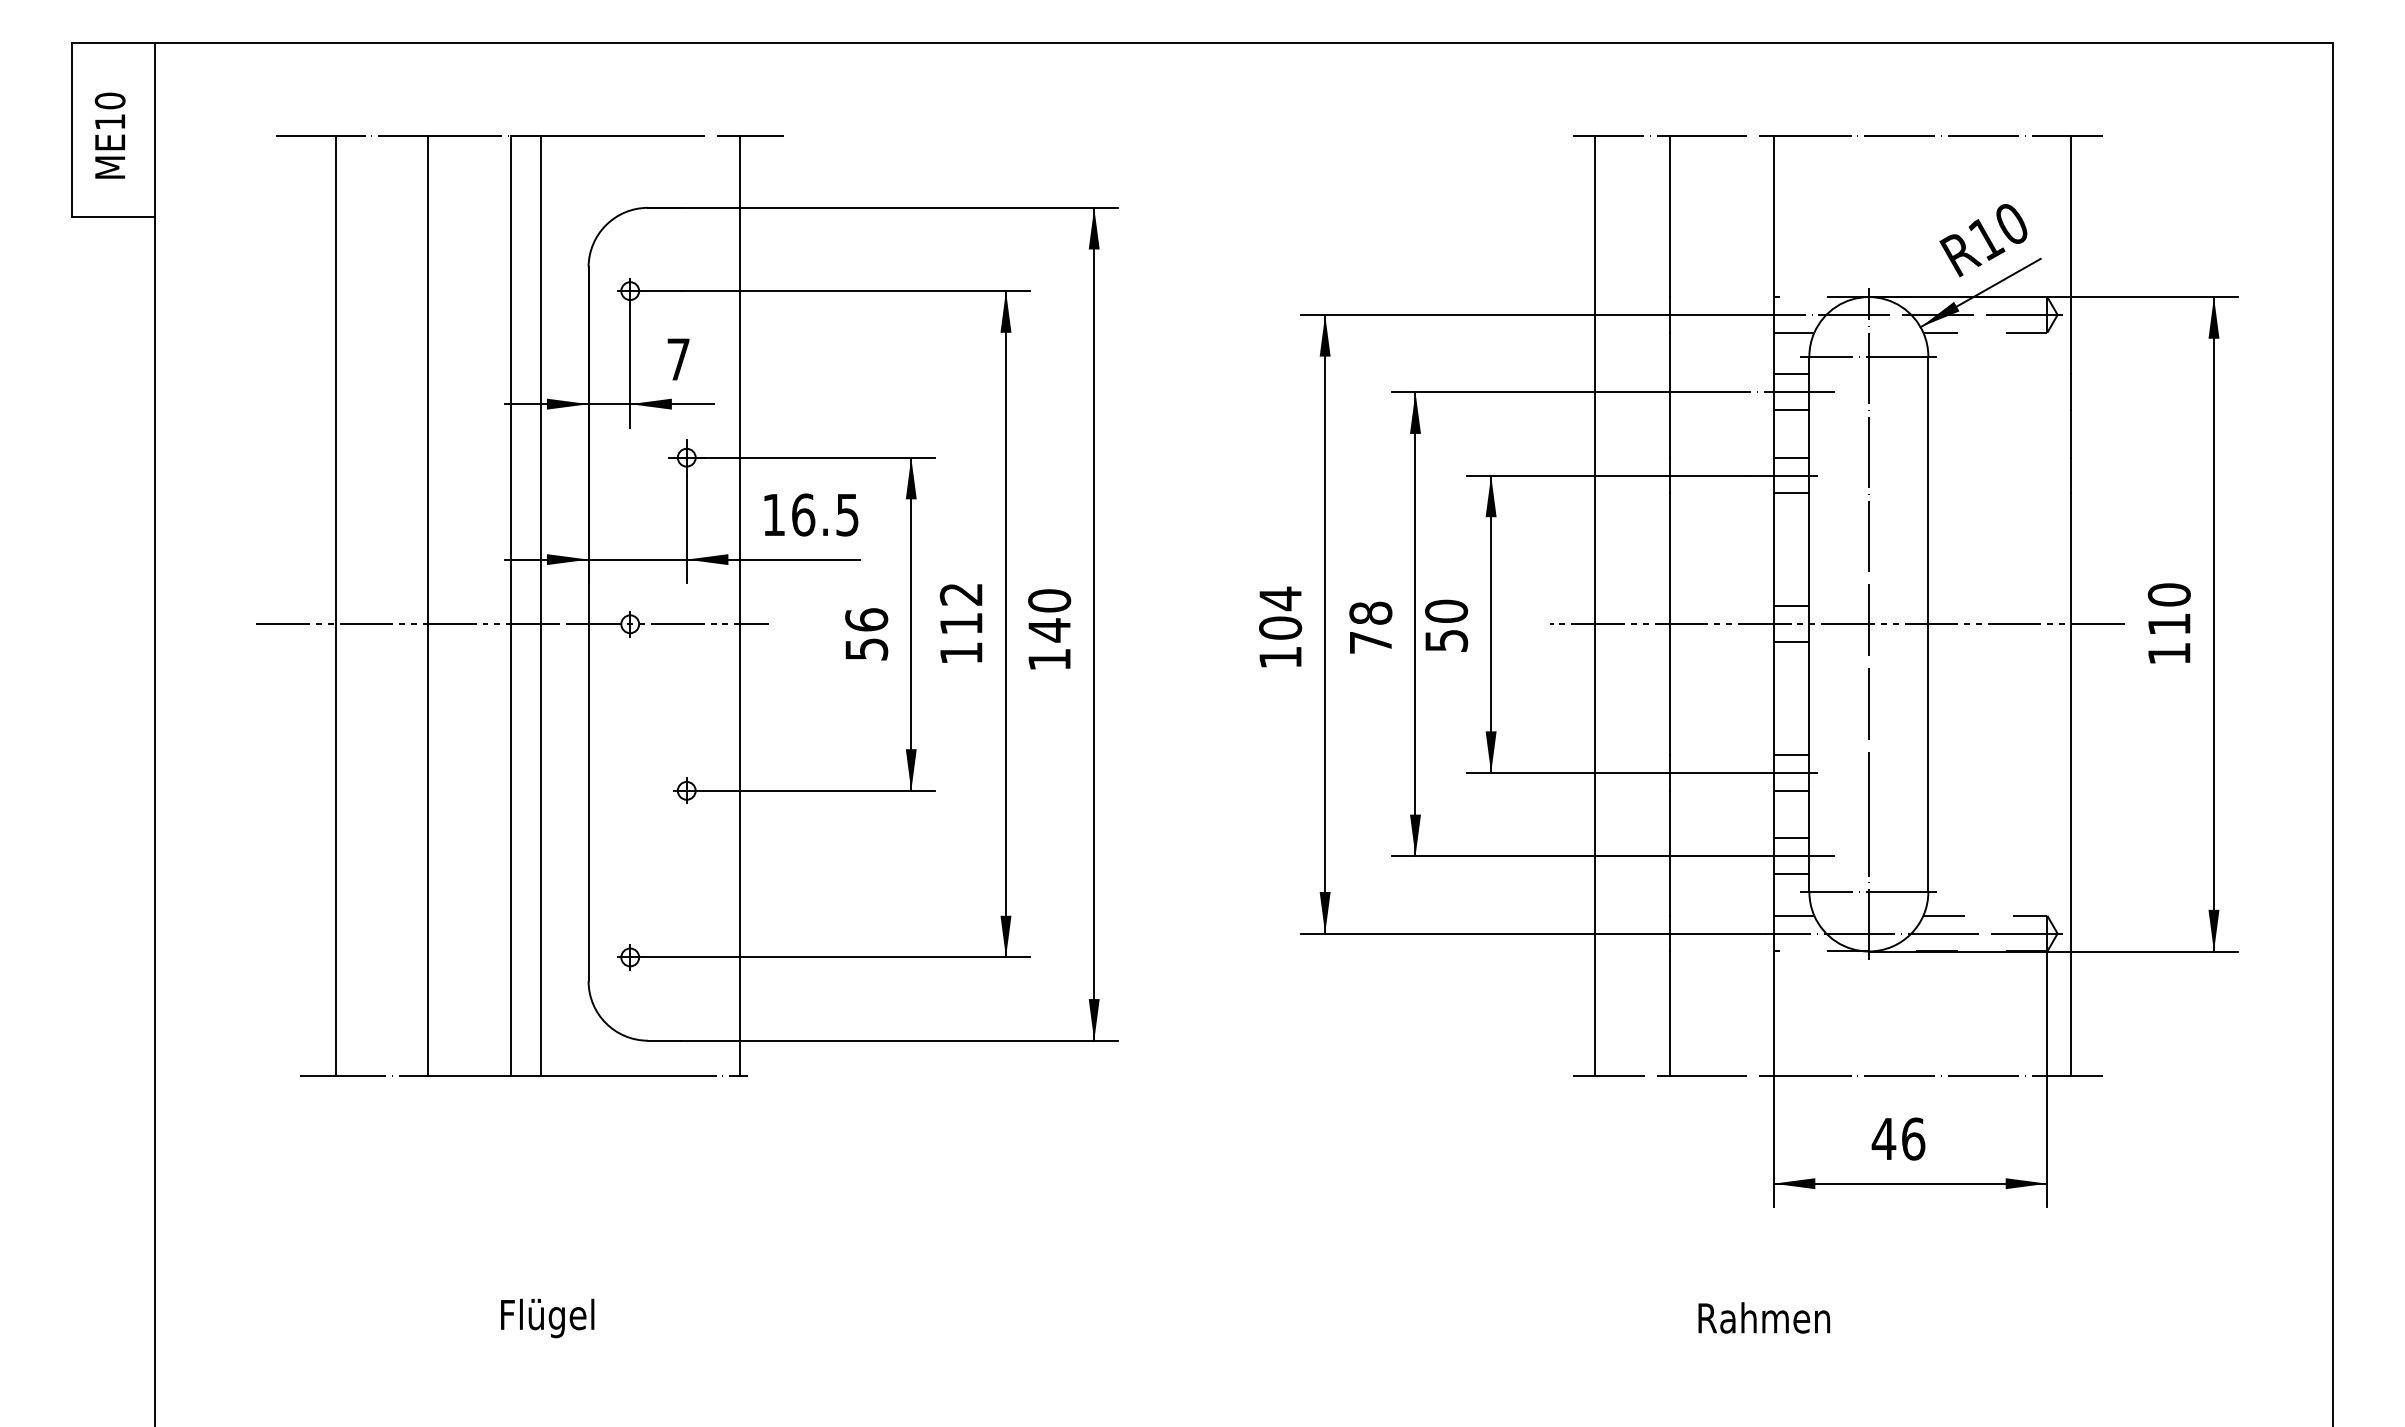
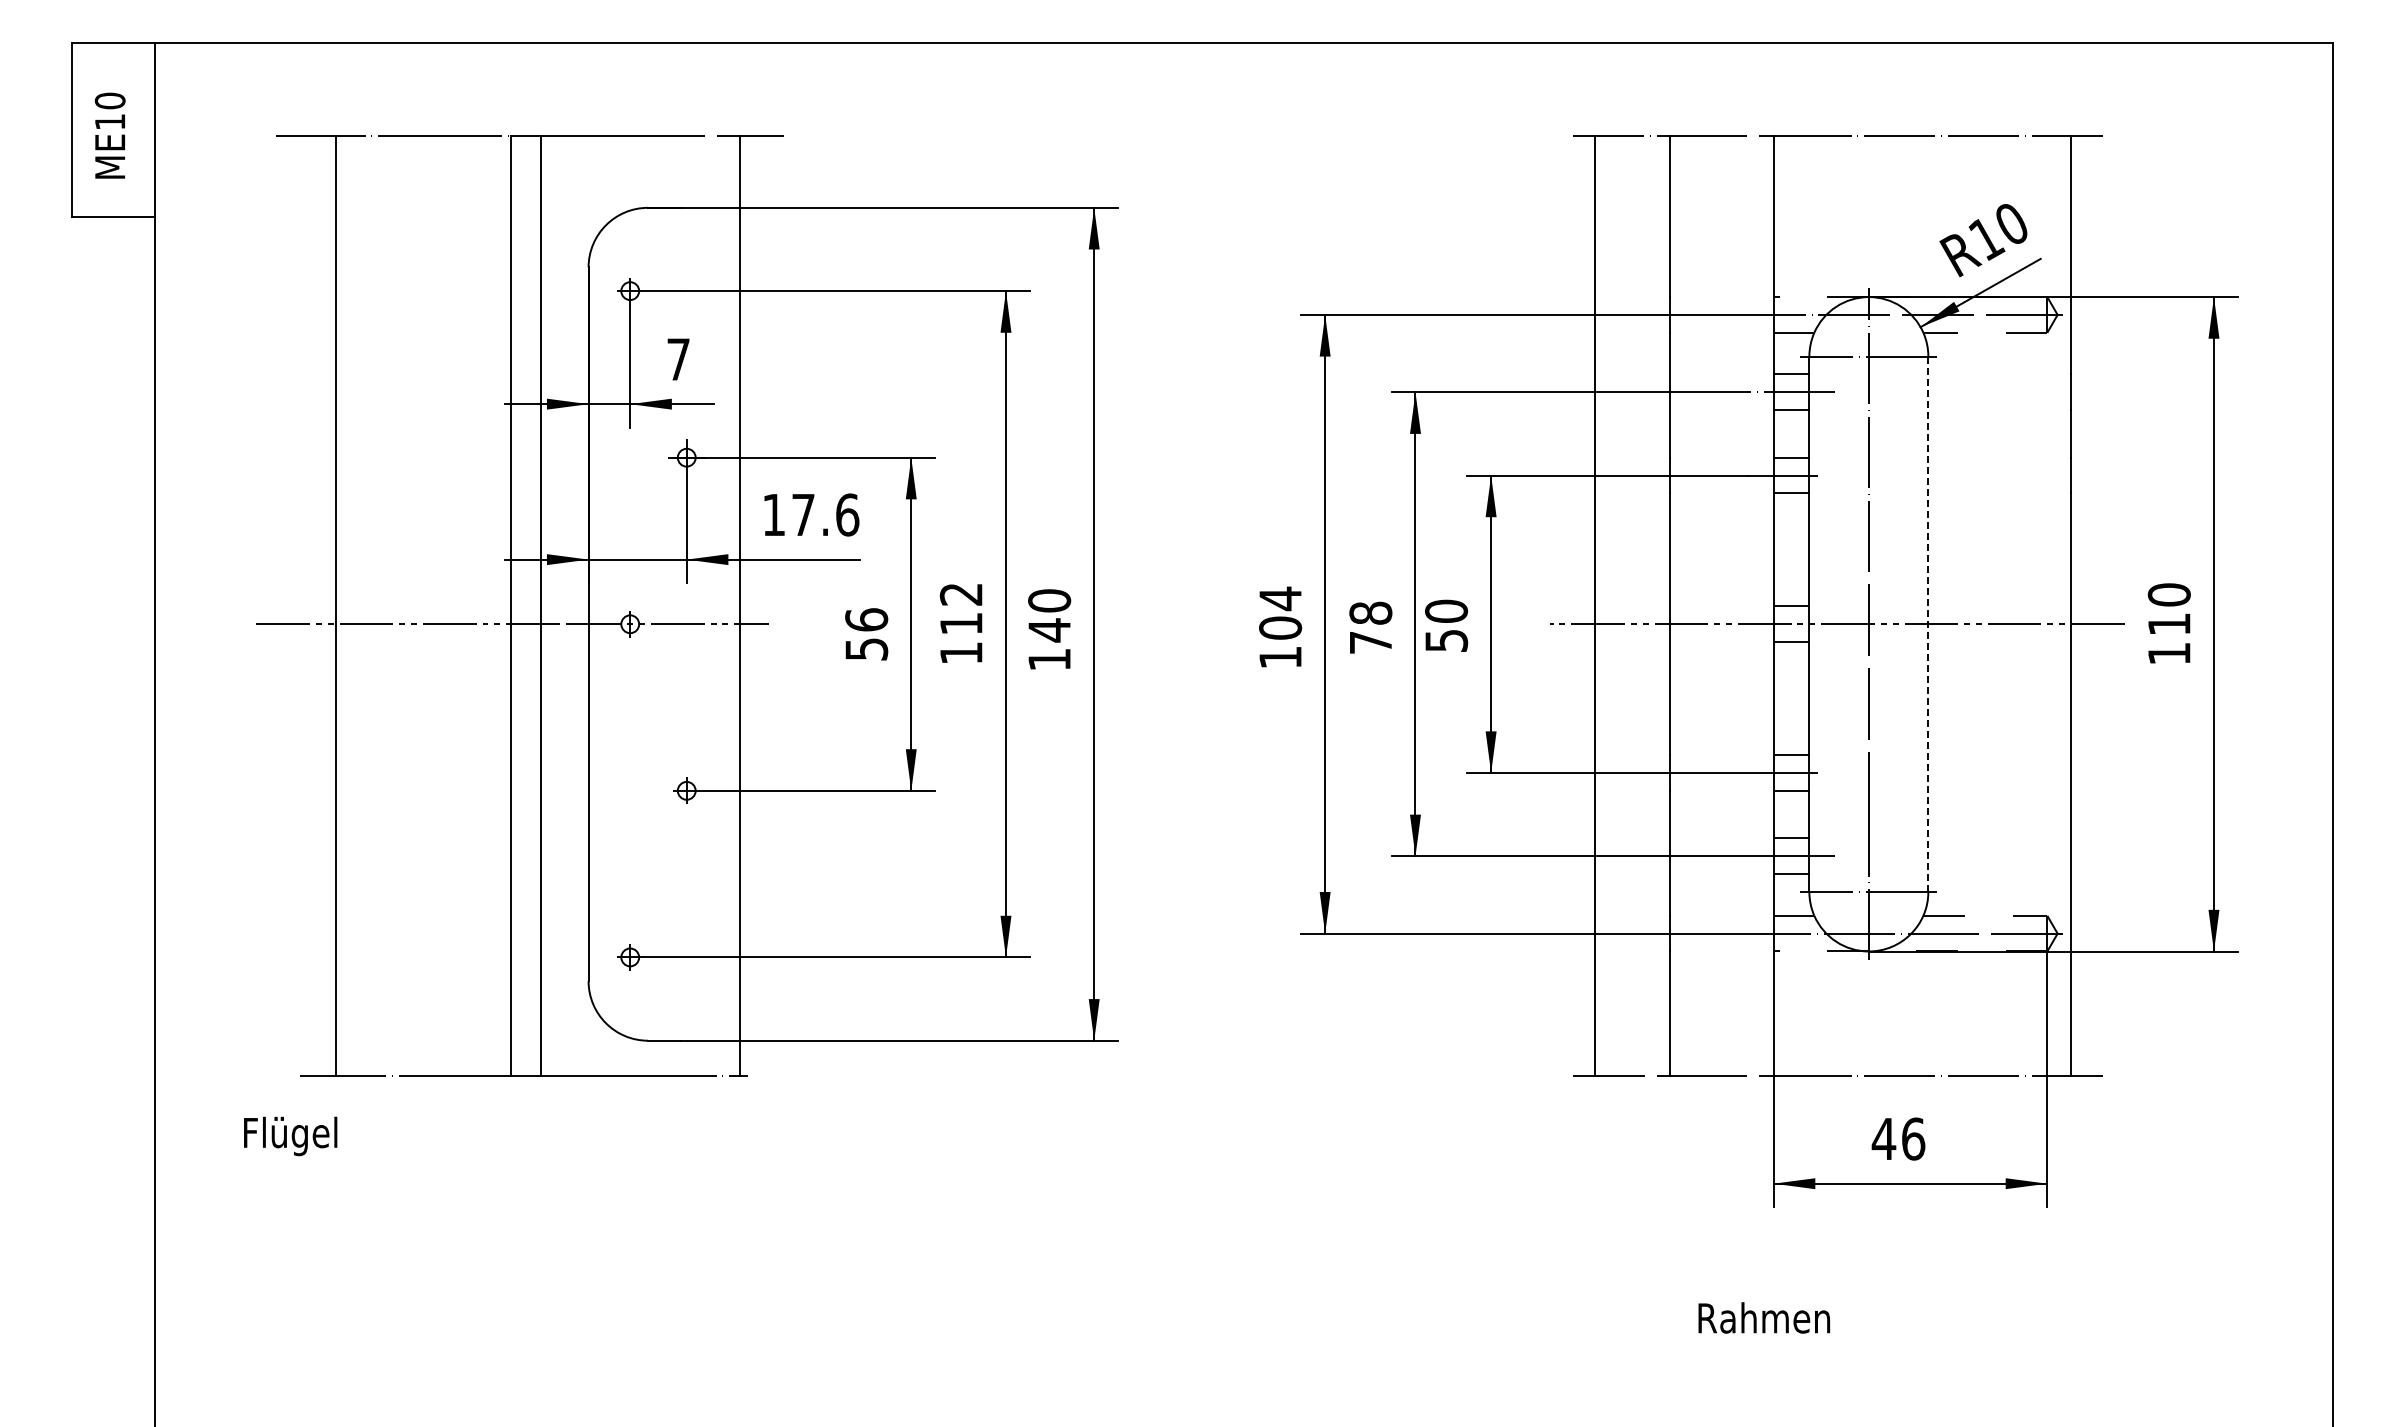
text at (825, 514): 16.5 -> 17.6
line at (427, 606): present -> none
line at (1928, 624): solid -> dashed
text at (547, 1318) position: (547, 1318) -> (290, 1136)
